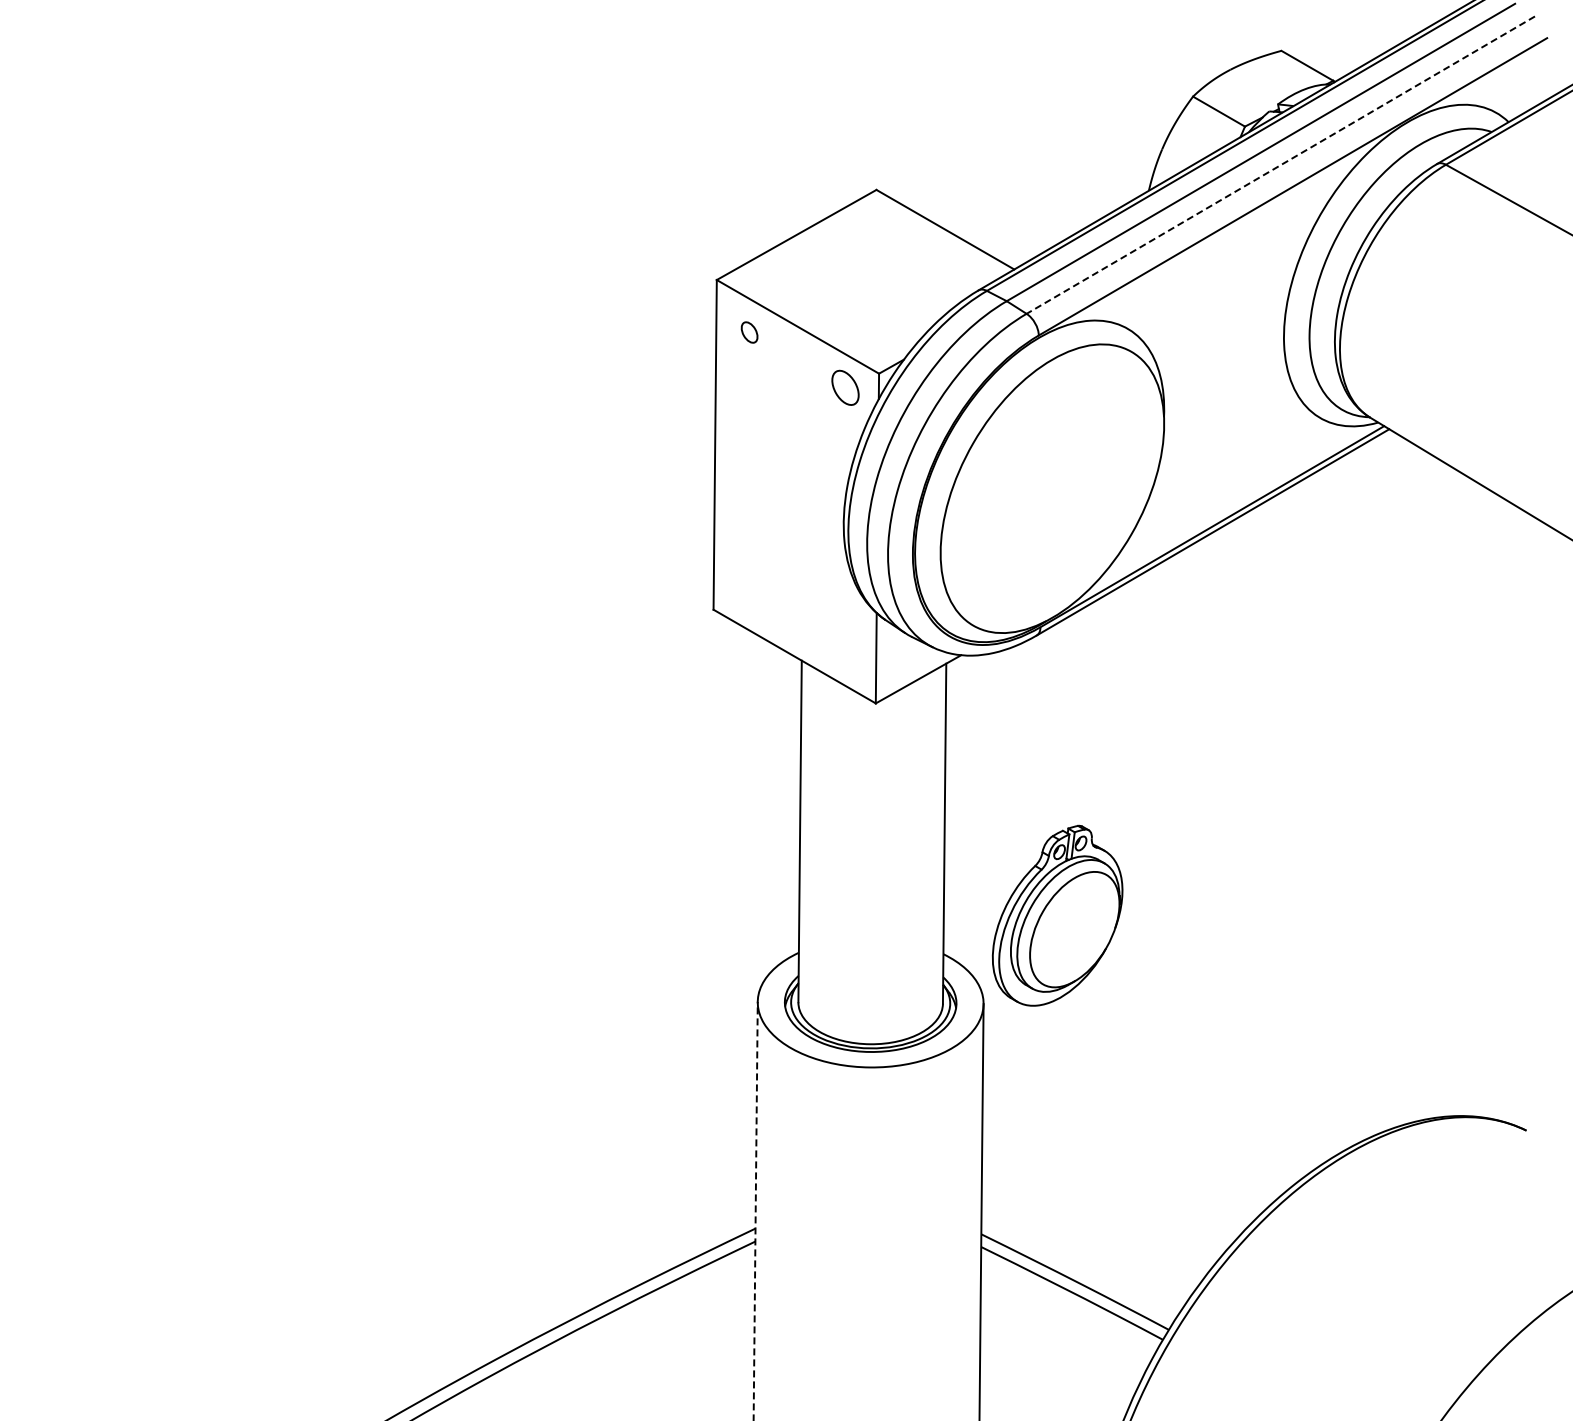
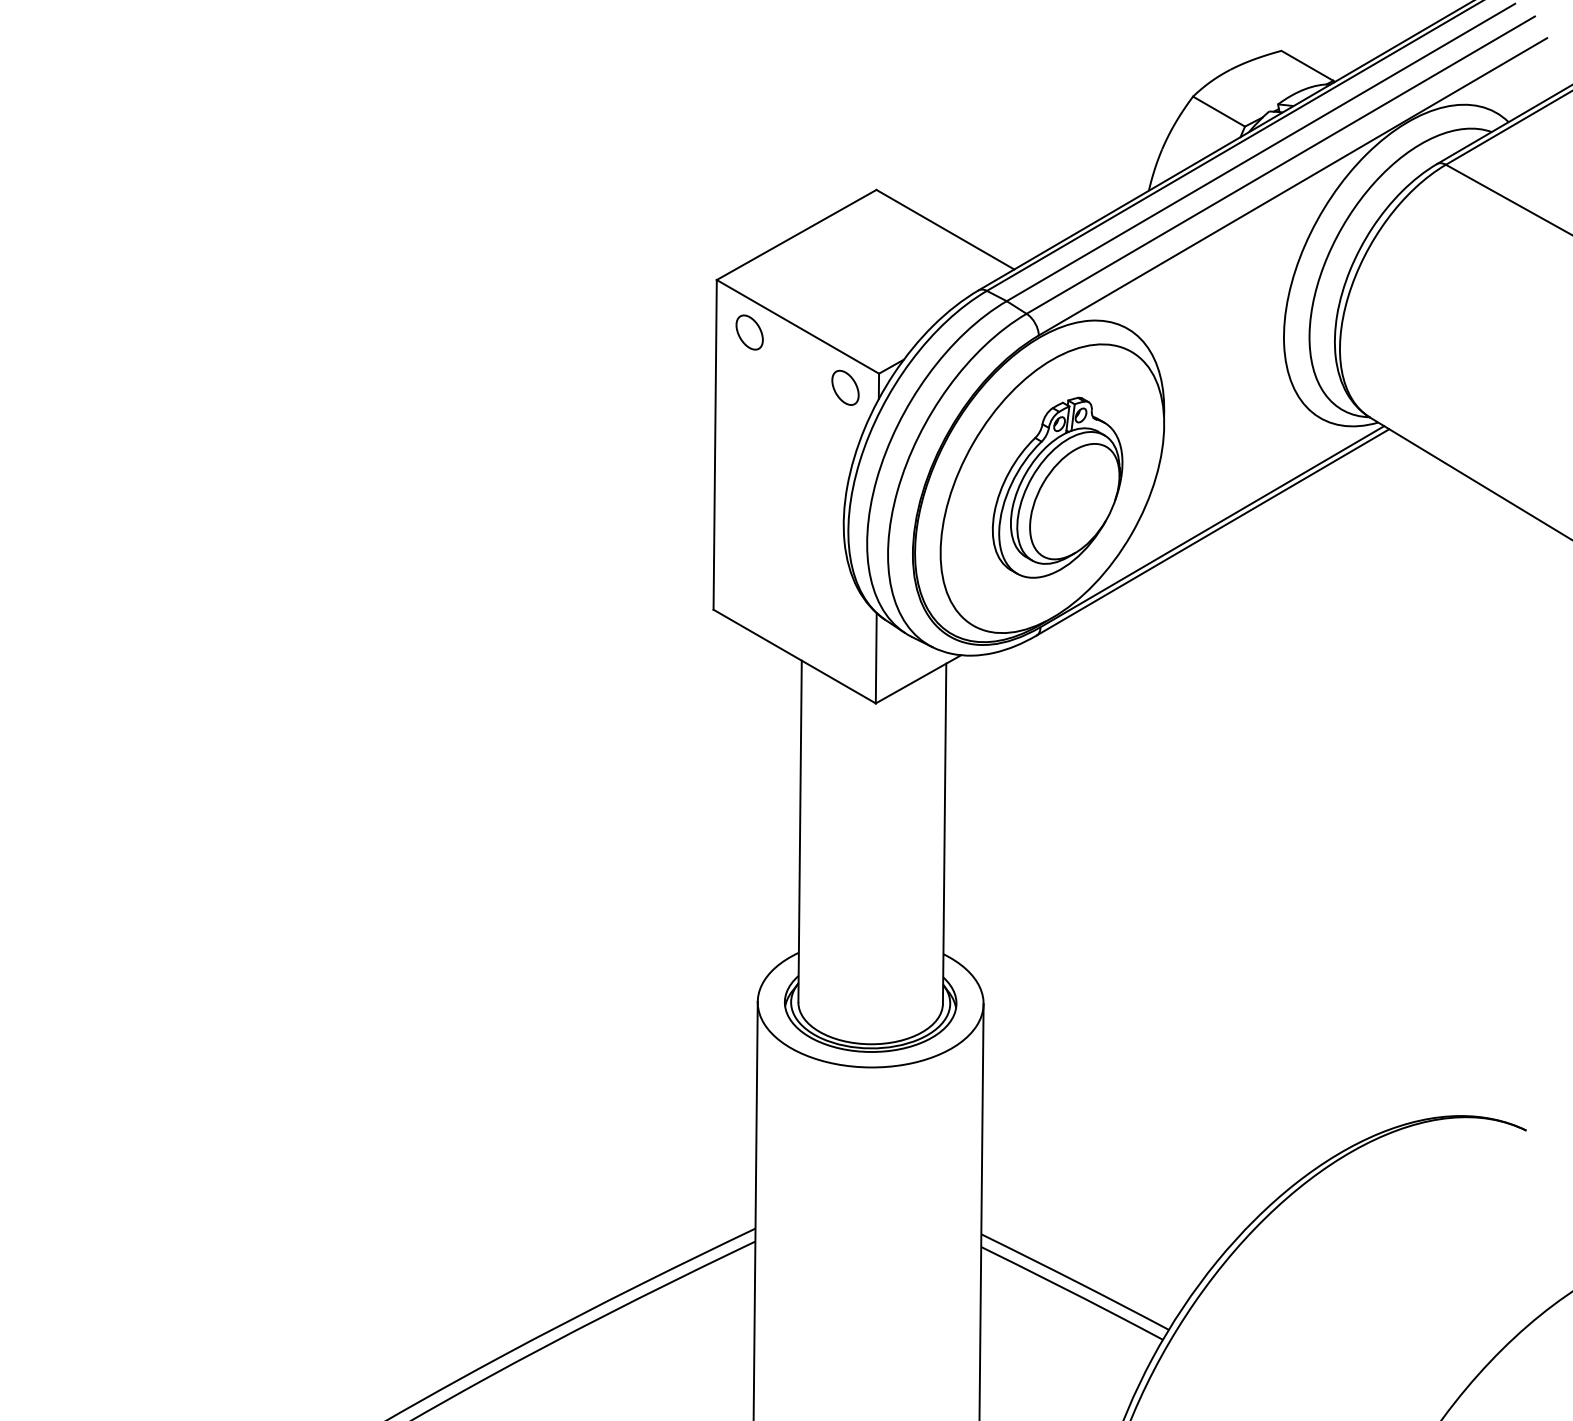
line at (1280, 165): dashed -> solid
part at (749, 332) size: 19x23 px -> 29x37 px
part at (1057, 915) position: (1057, 915) -> (1057, 487)
line at (755, 1210): dashed -> solid
